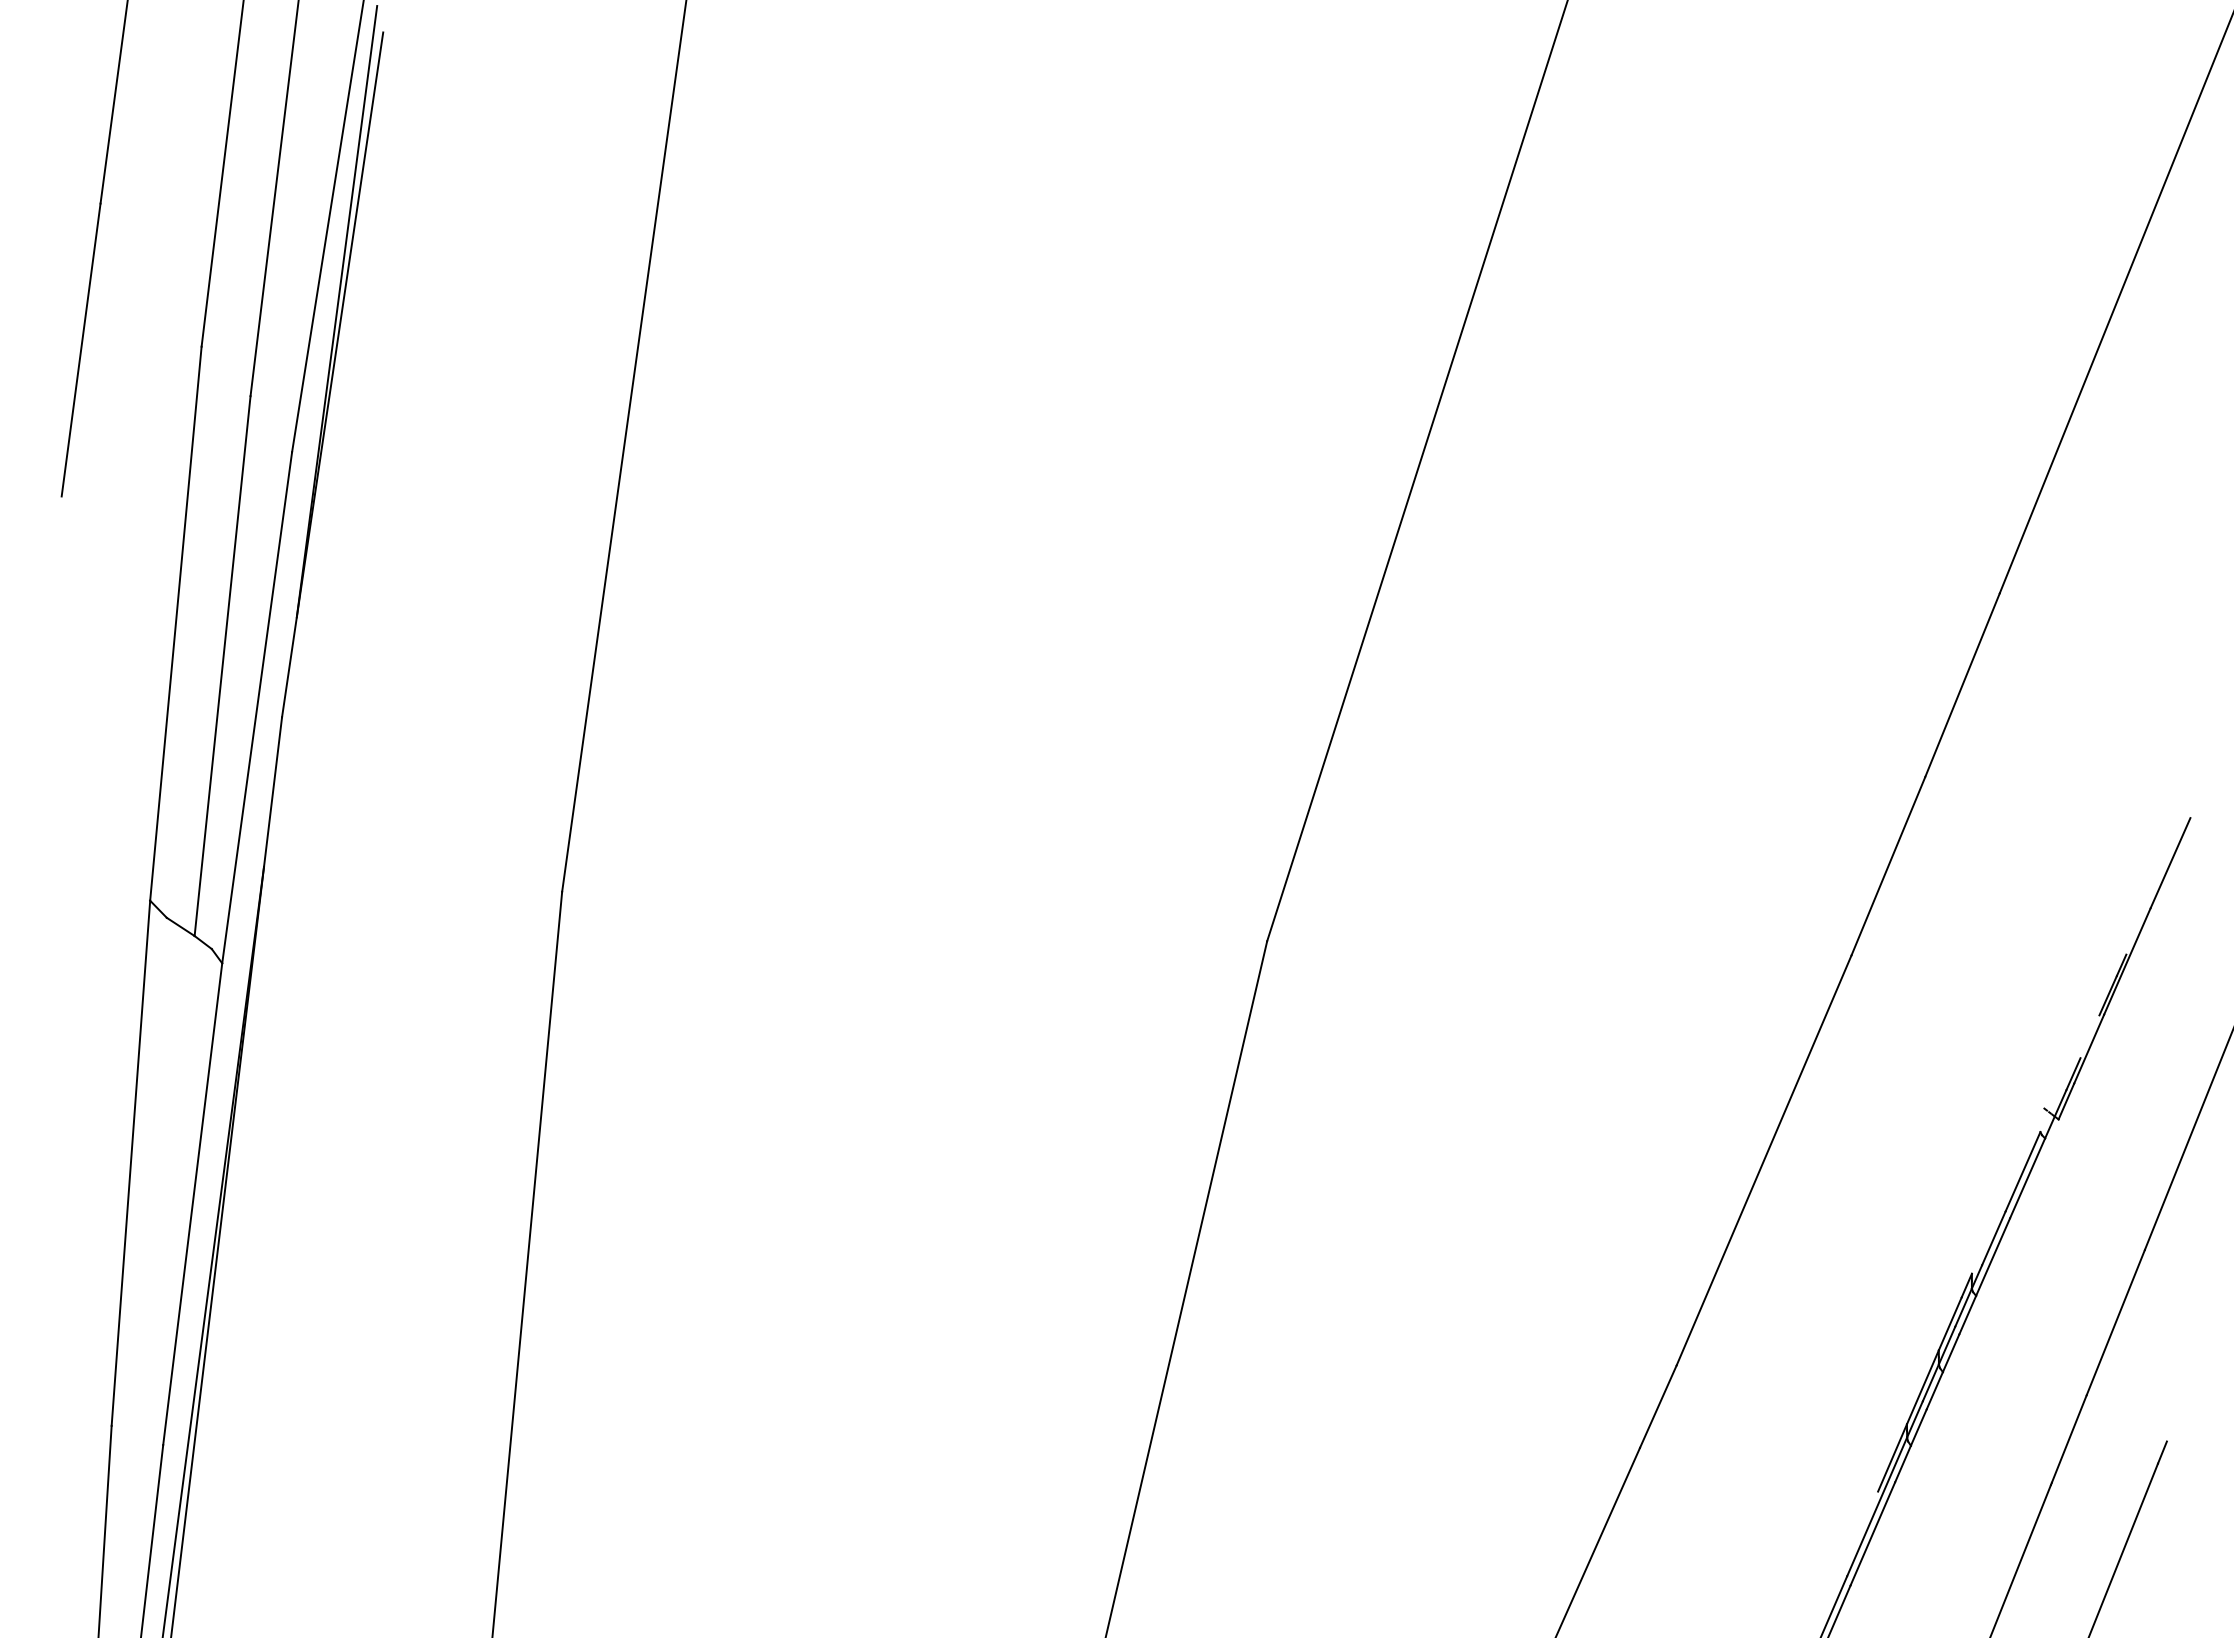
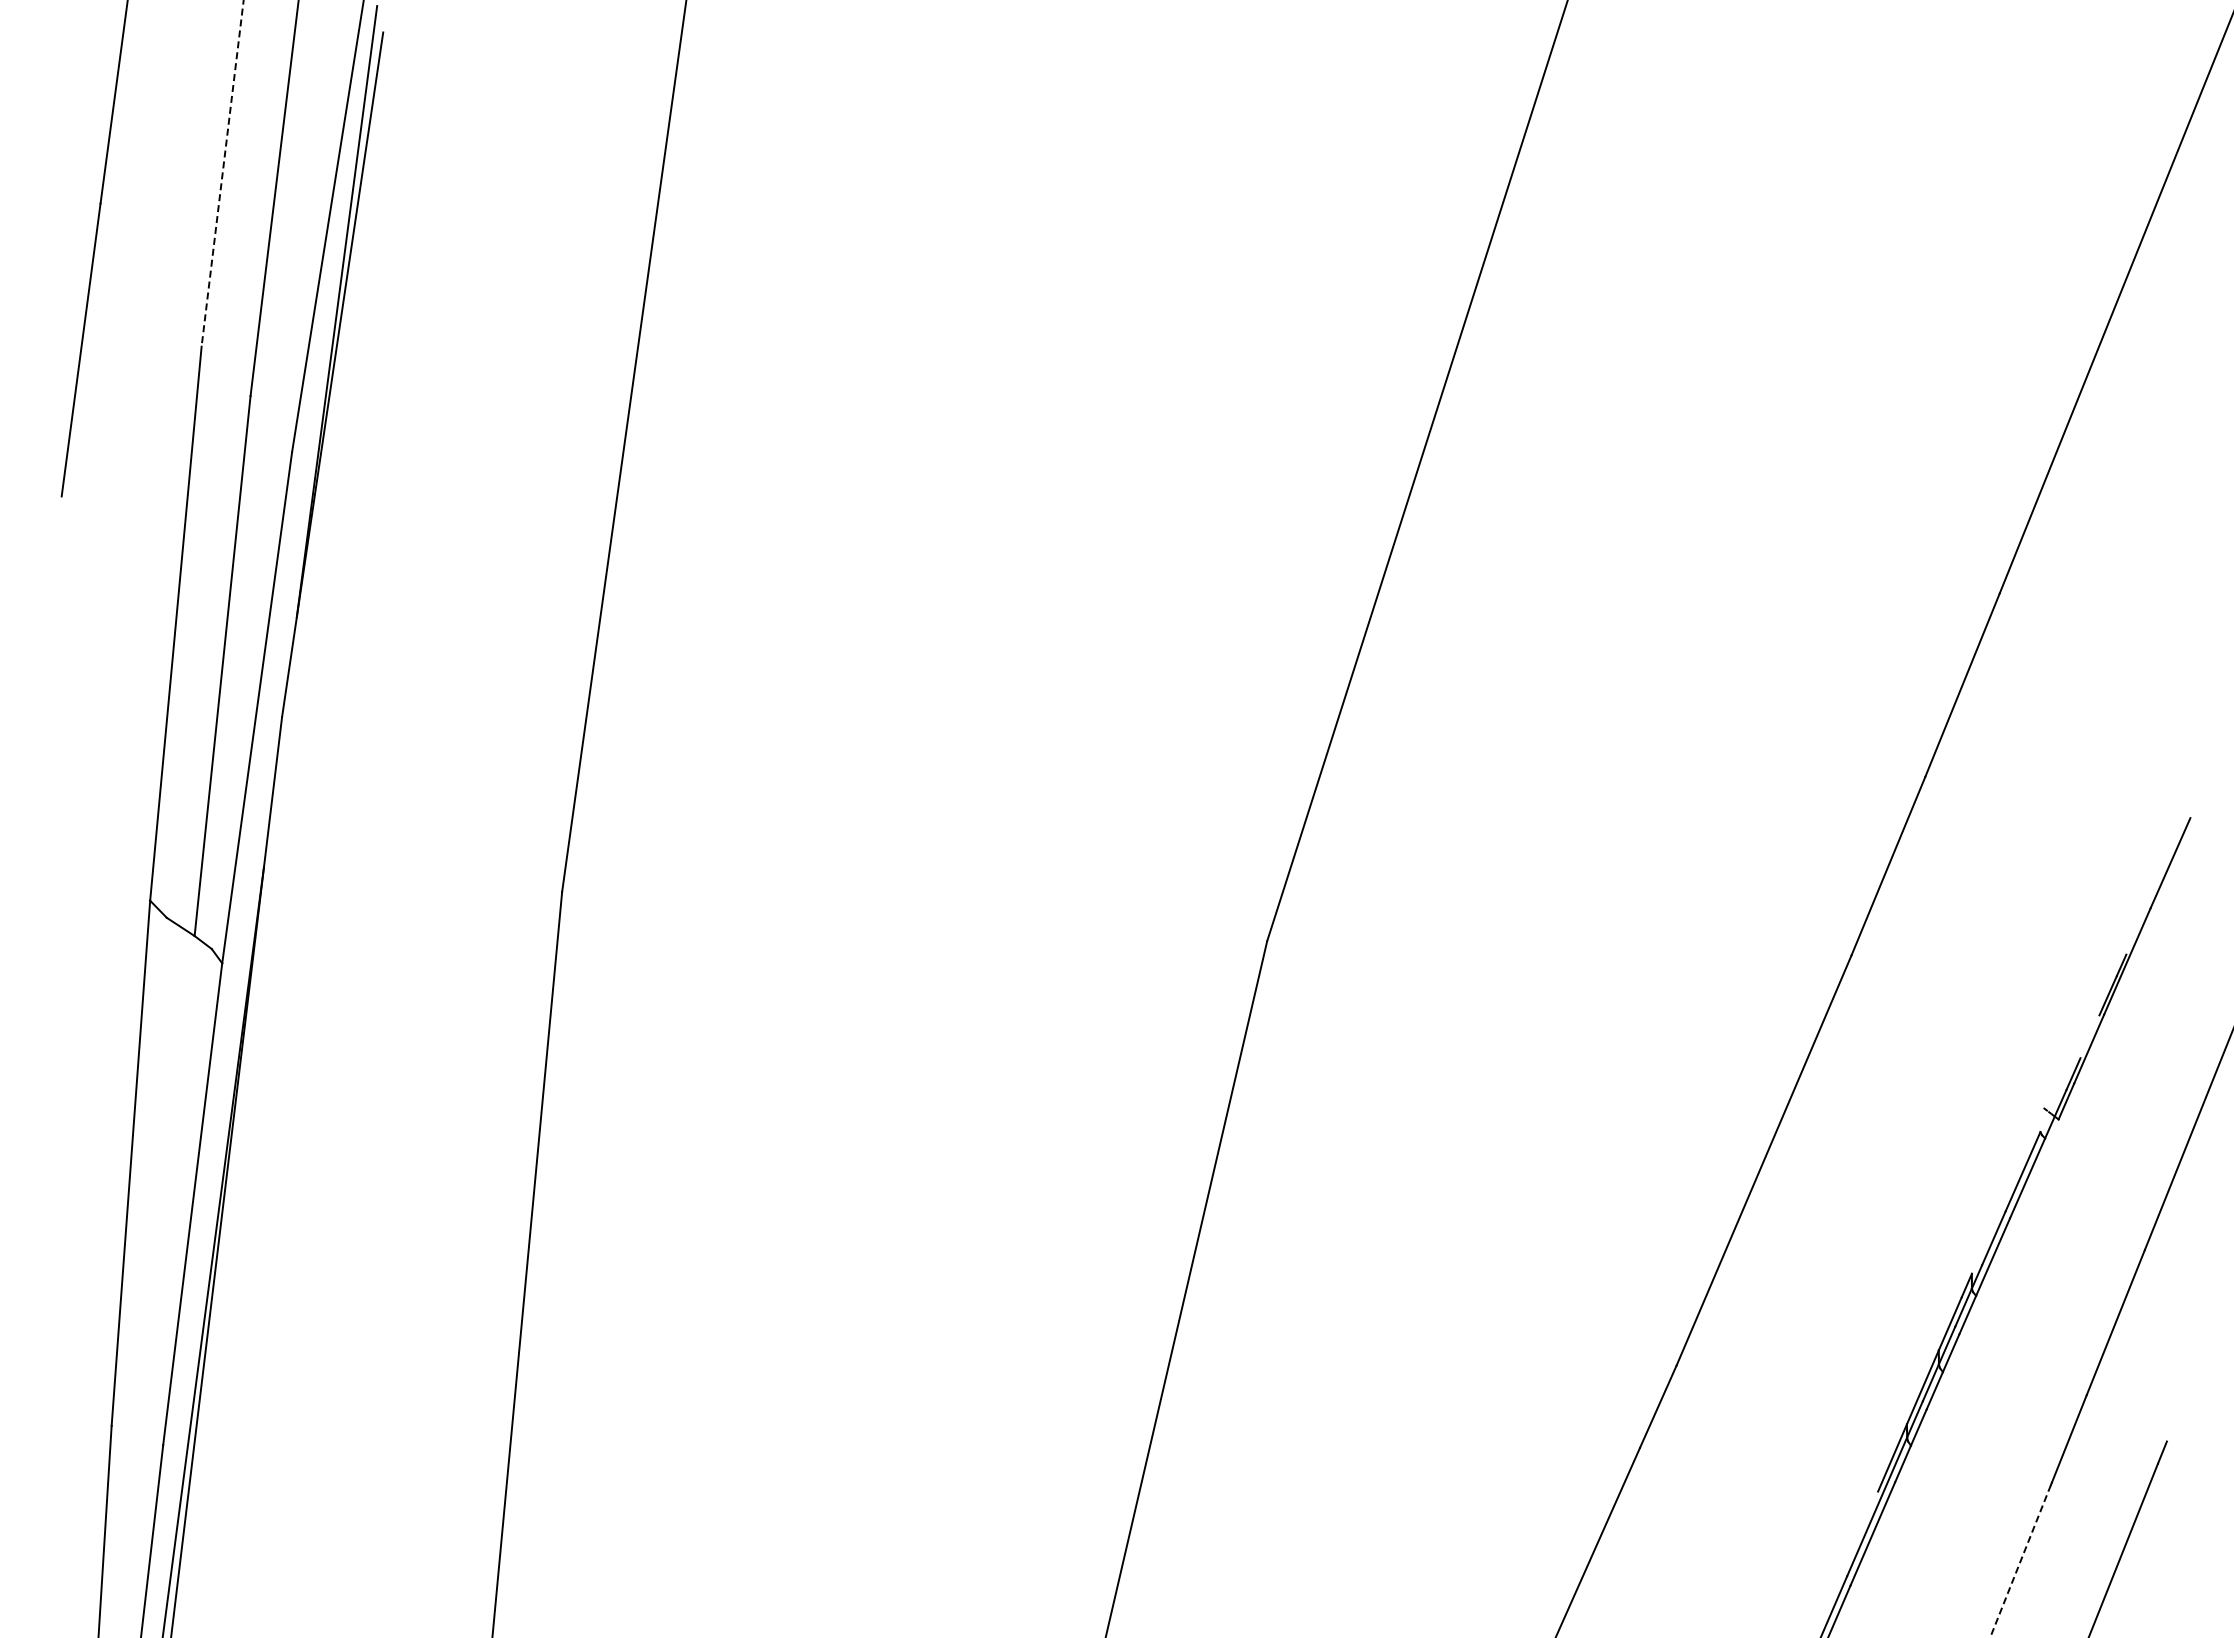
line at (222, 174): solid -> dashed
line at (2020, 1561): solid -> dashed
